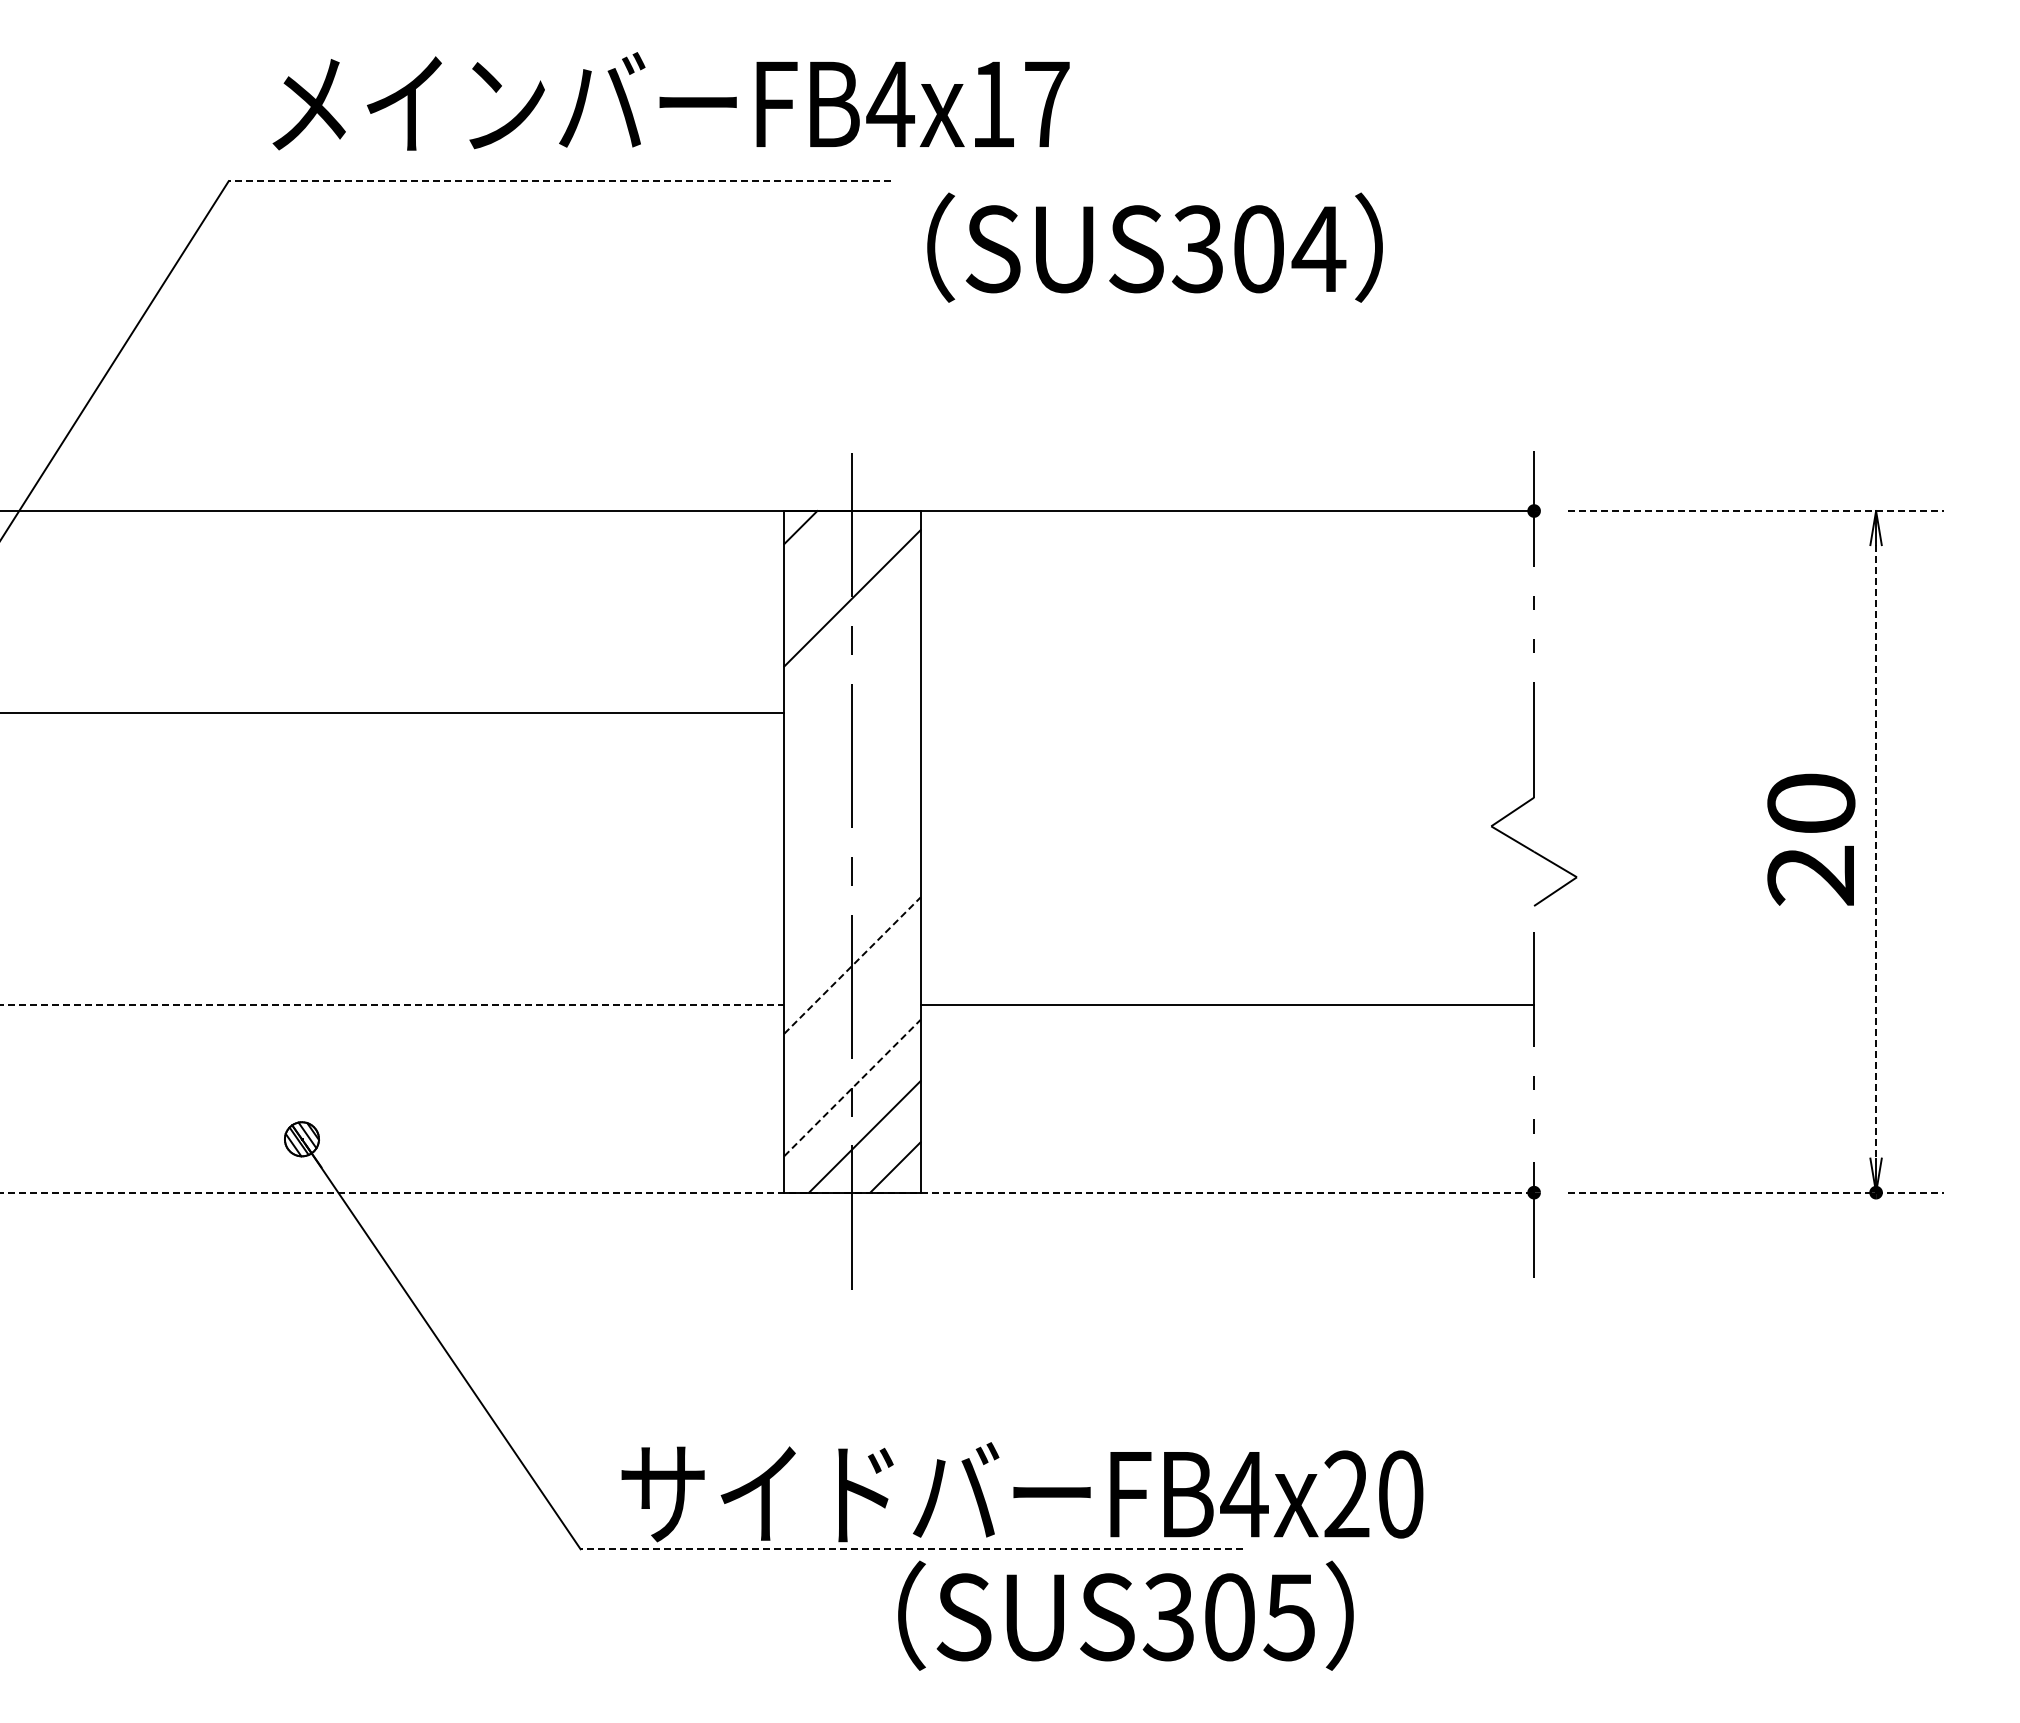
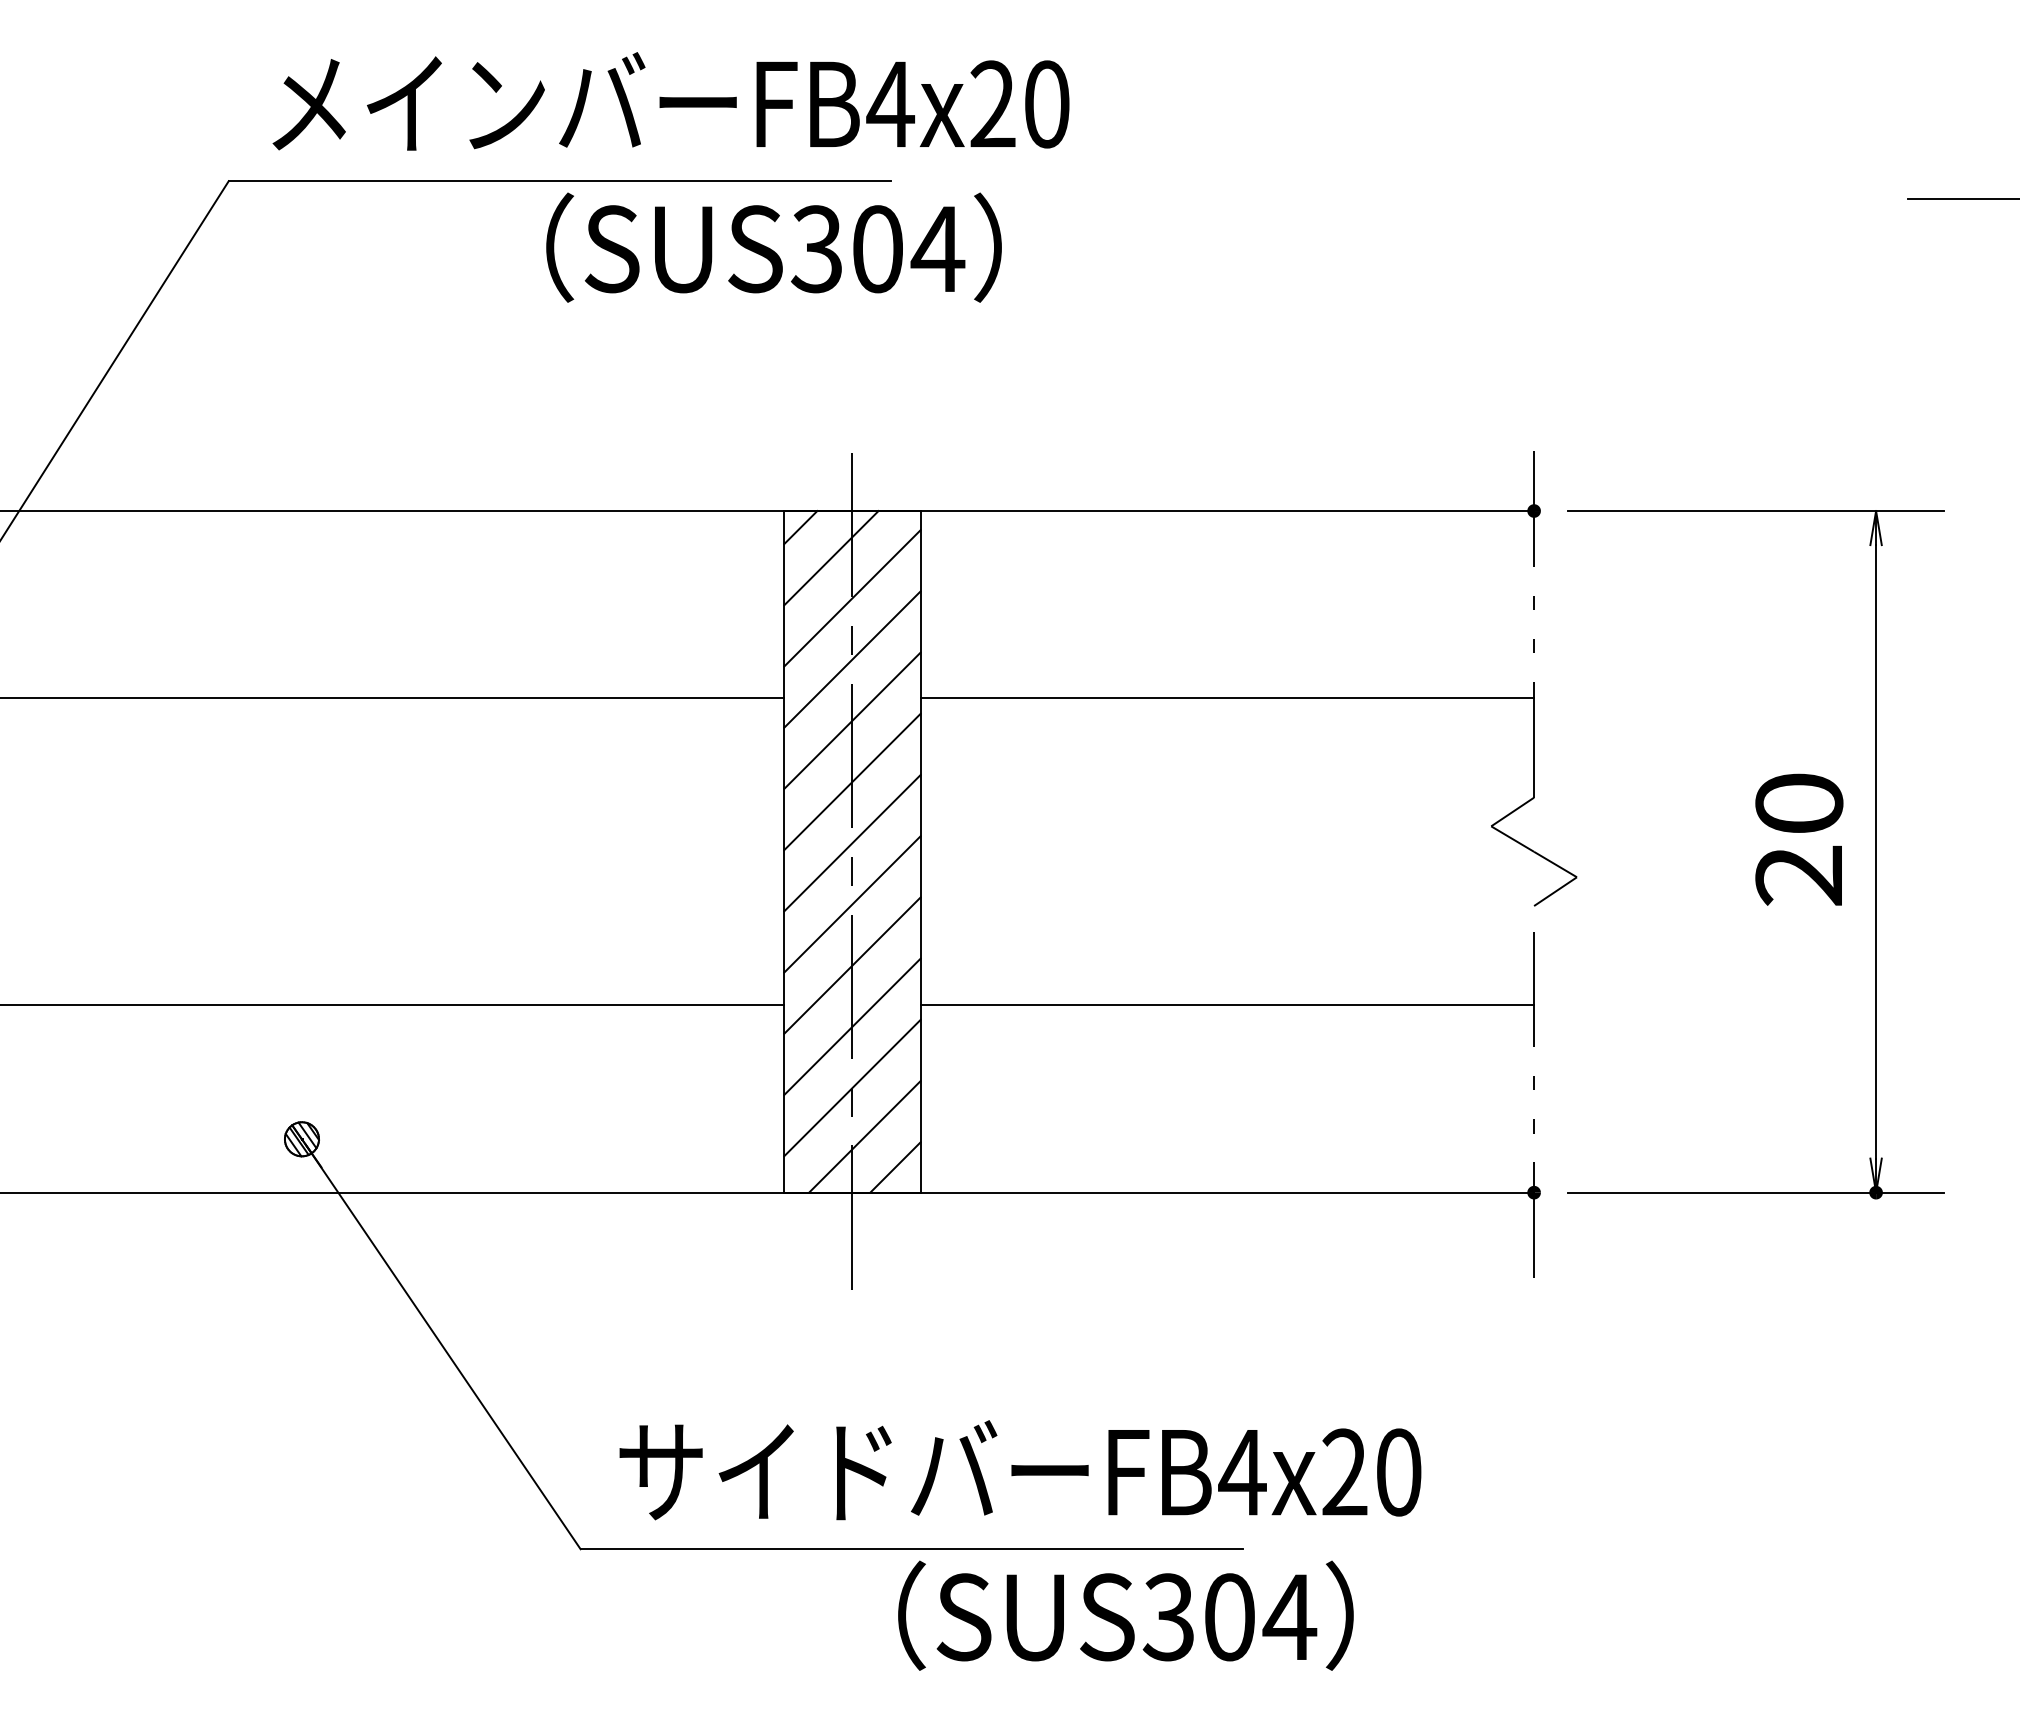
text at (1019, 104): FB4x17 -> FB4x20
line at (559, 181): dashed -> solid
line at (1961, 198): none -> present
text at (1154, 247) position: (1154, 247) -> (773, 247)
line at (1756, 511): dashed -> solid
line at (831, 558): none -> present
line at (852, 659): none -> present
line at (1227, 698): none -> present
line at (393, 713) position: (393, 713) -> (393, 698)
line at (852, 720): none -> present
line at (852, 781): none -> present
text at (1811, 839) position: (1811, 839) -> (1799, 839)
line at (852, 843): none -> present
line at (1876, 851): dashed -> solid
line at (852, 904): none -> present
line at (852, 965): dashed -> solid
line at (392, 1005): dashed -> solid
line at (852, 1026): none -> present
line at (852, 1087): dashed -> solid
line at (767, 1192): dashed -> solid
line at (1756, 1192): dashed -> solid
text at (1022, 1492) position: (1022, 1492) -> (1020, 1470)
line at (911, 1549): dashed -> solid
text at (1289, 1617): SUS305 -> SUS304
